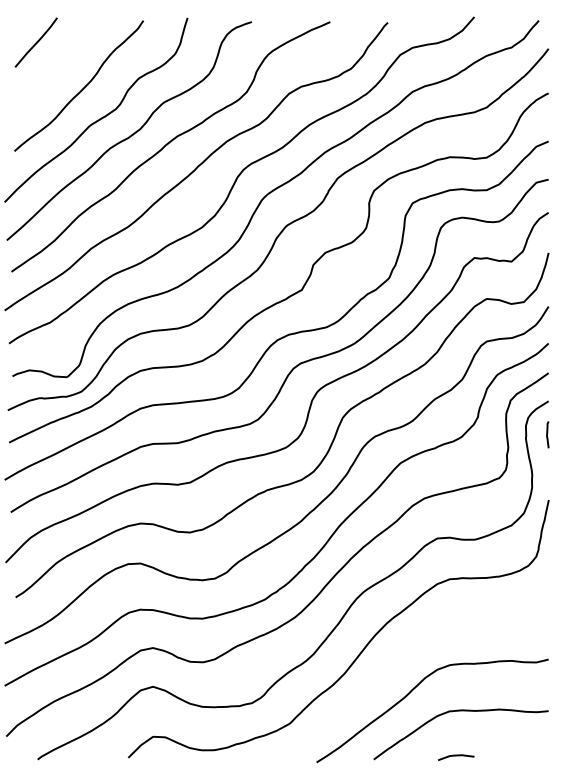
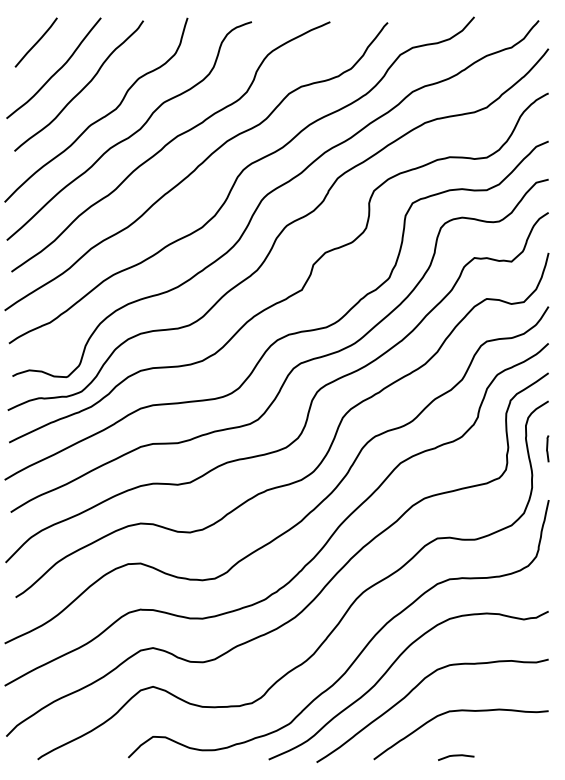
curve at (55, 71): none -> present
line at (547, 434) position: (547, 434) -> (547, 448)
curve at (387, 672): none -> present
